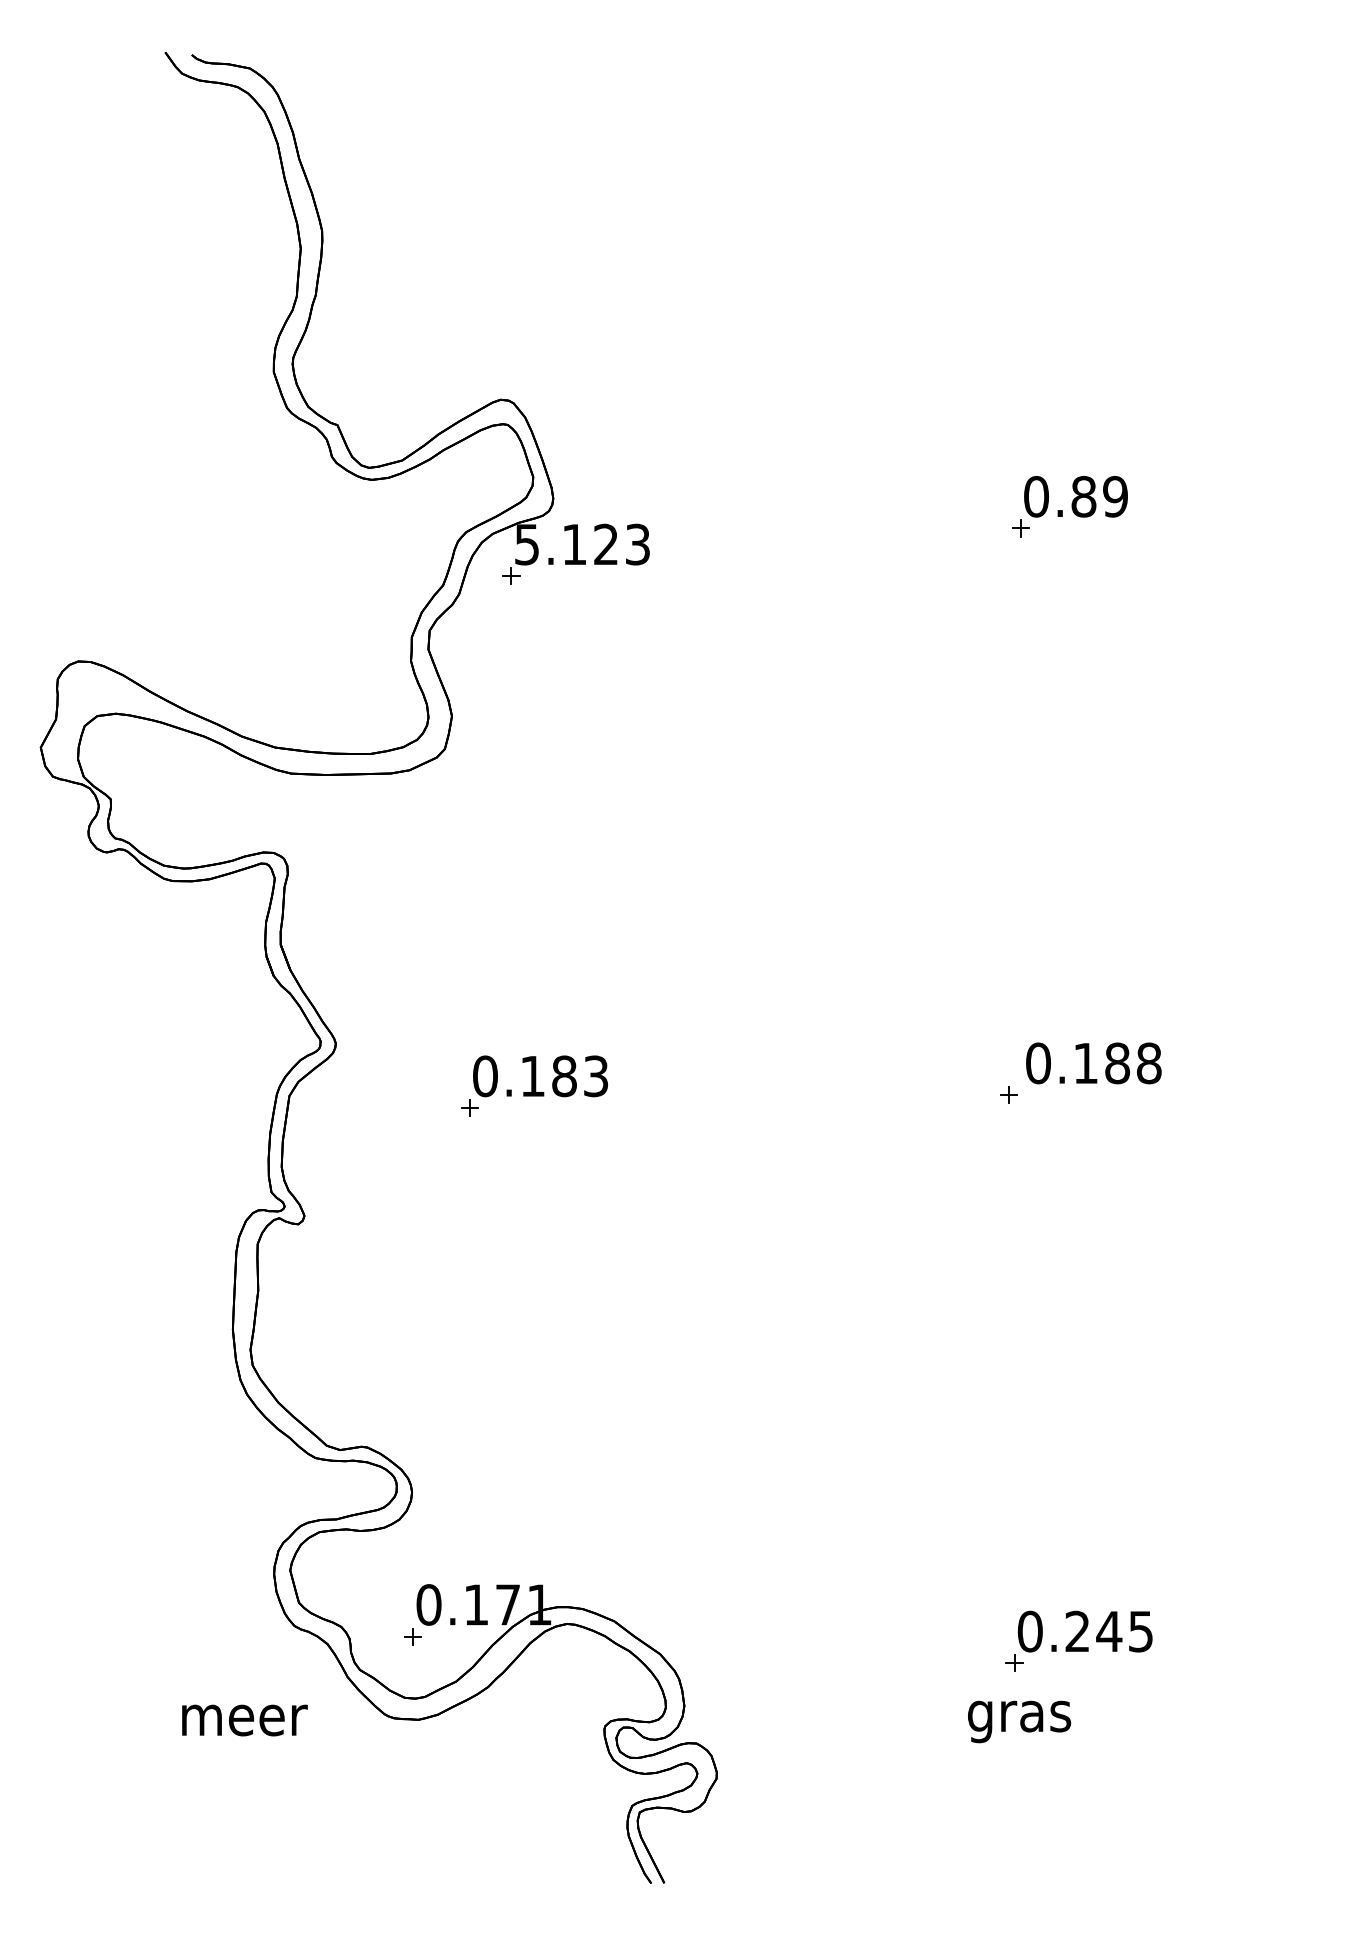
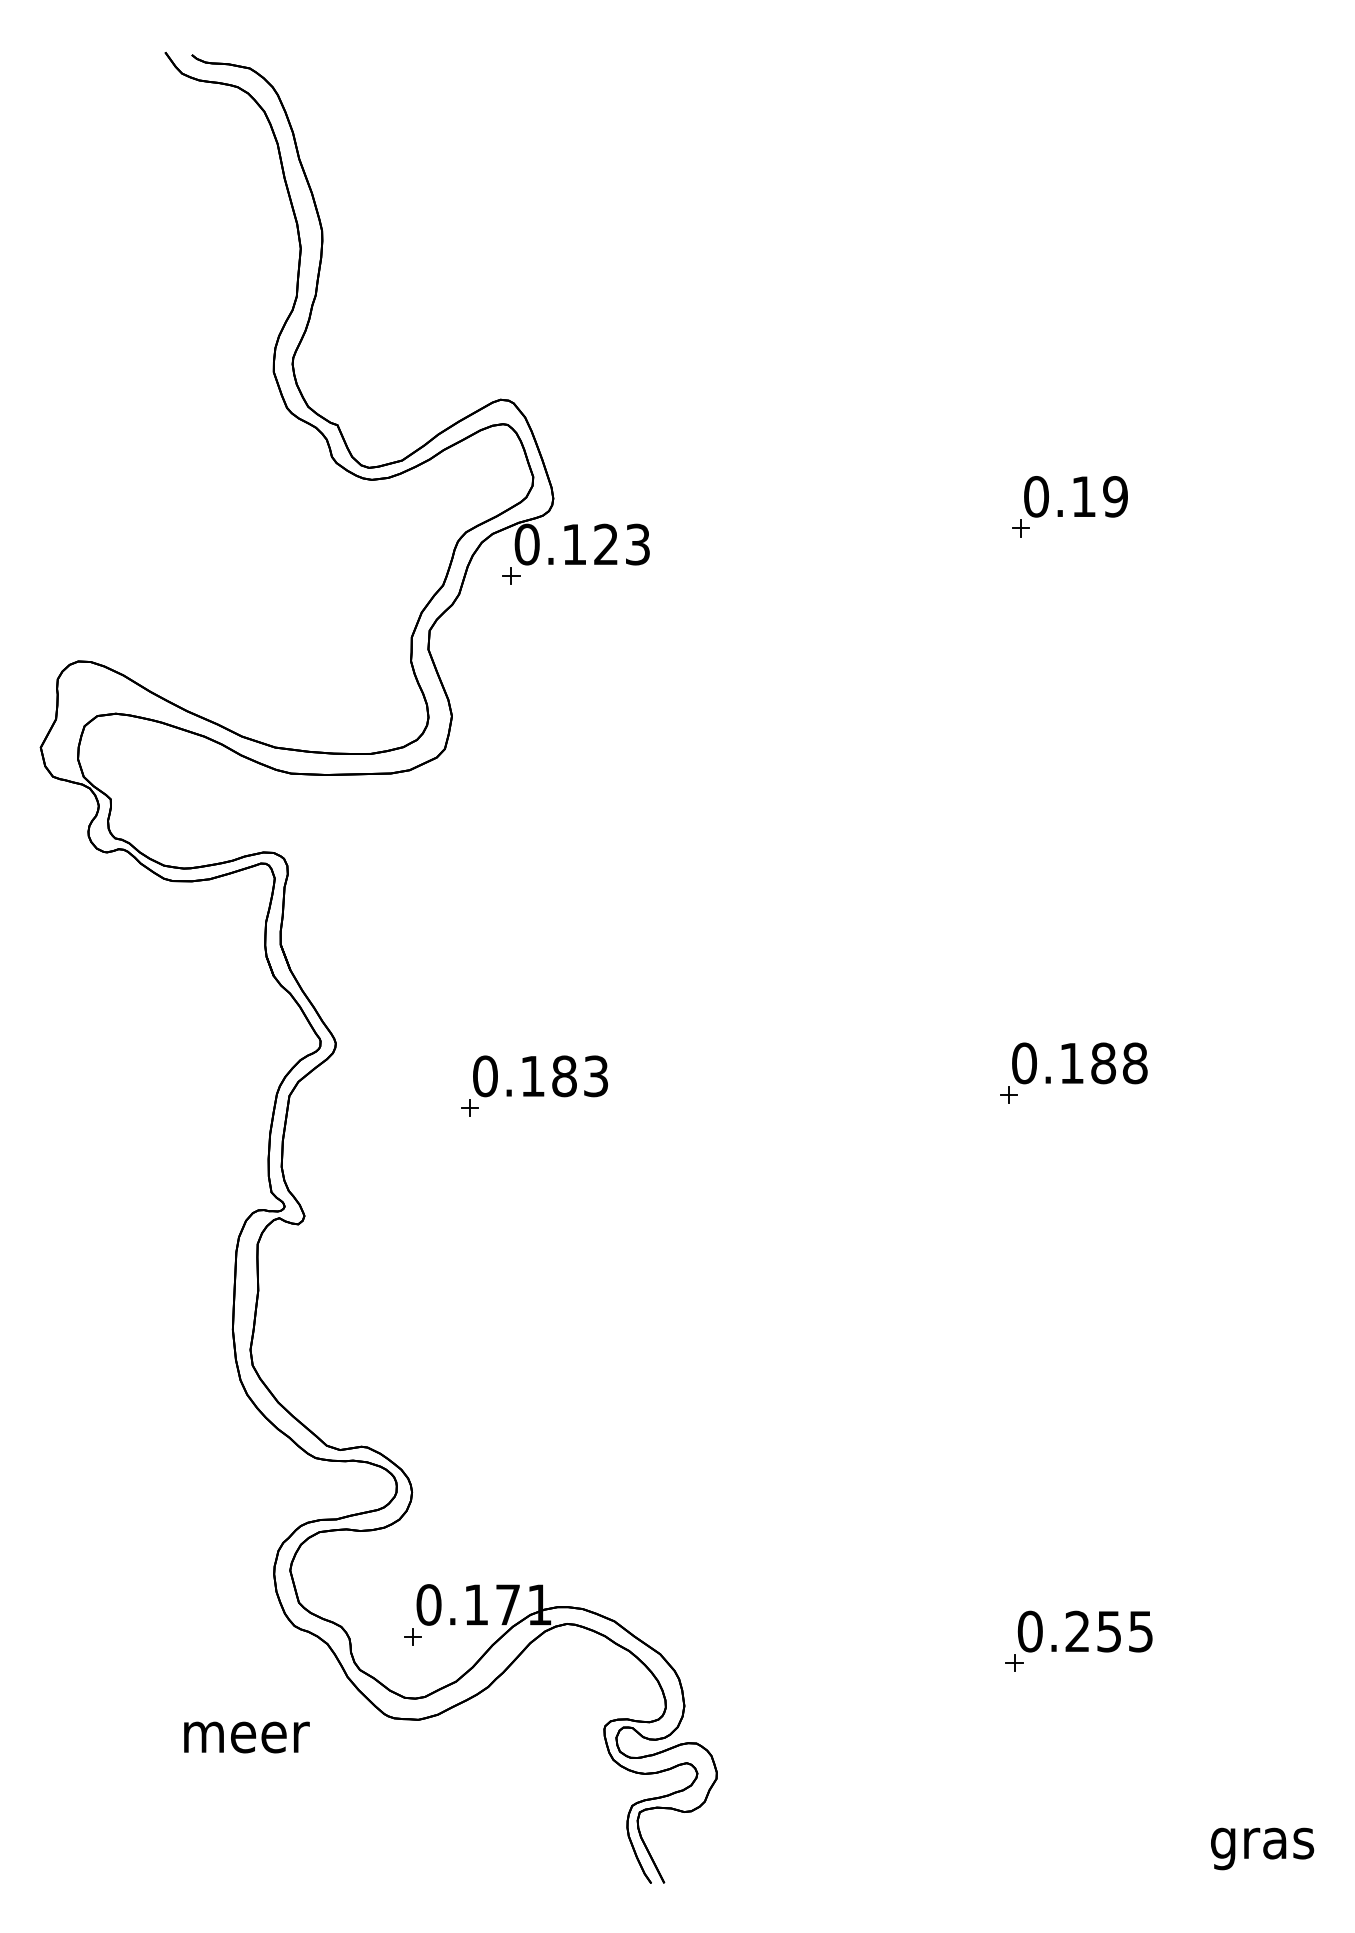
text at (1083, 496): 0.89 -> 0.19
text at (526, 544): 5.123 -> 0.123
text at (1093, 1063) position: (1093, 1063) -> (1079, 1063)
text at (1109, 1631): 0.245 -> 0.255
text at (244, 1720) position: (244, 1720) -> (246, 1737)
text at (1019, 1721) position: (1019, 1721) -> (1262, 1848)
